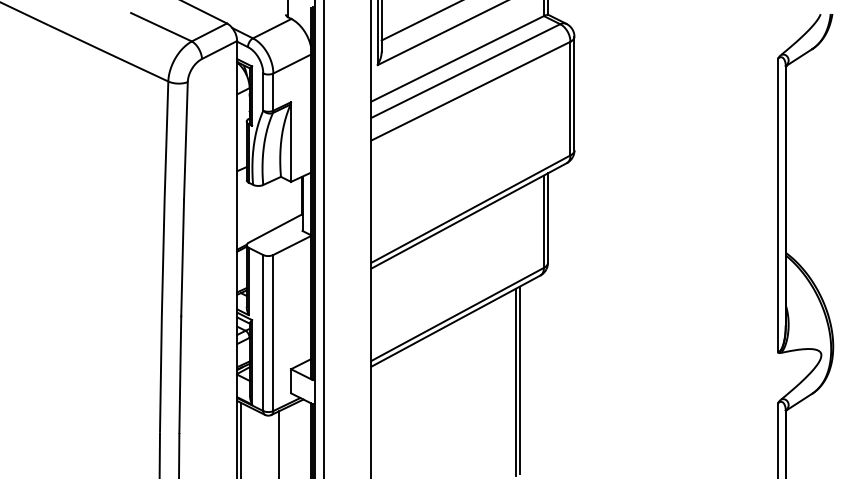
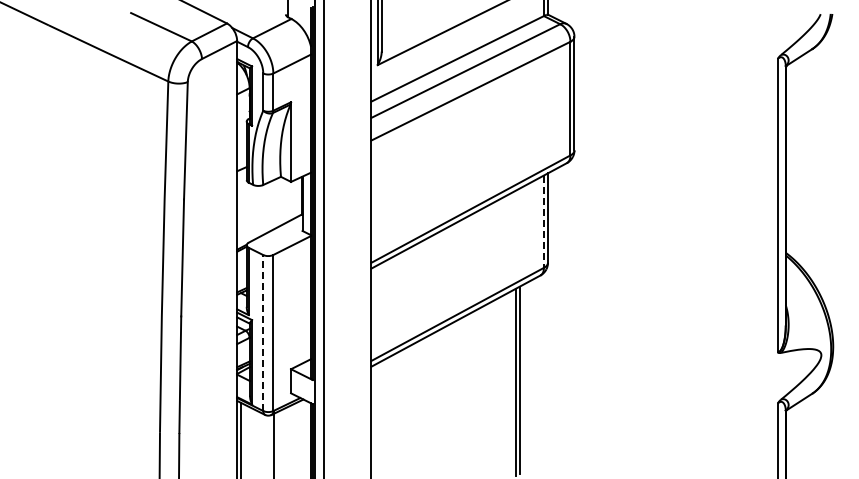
line at (420, 21): present -> none
line at (543, 222): solid -> dashed
line at (263, 333): solid -> dashed
line at (279, 443) position: (279, 443) -> (274, 443)
